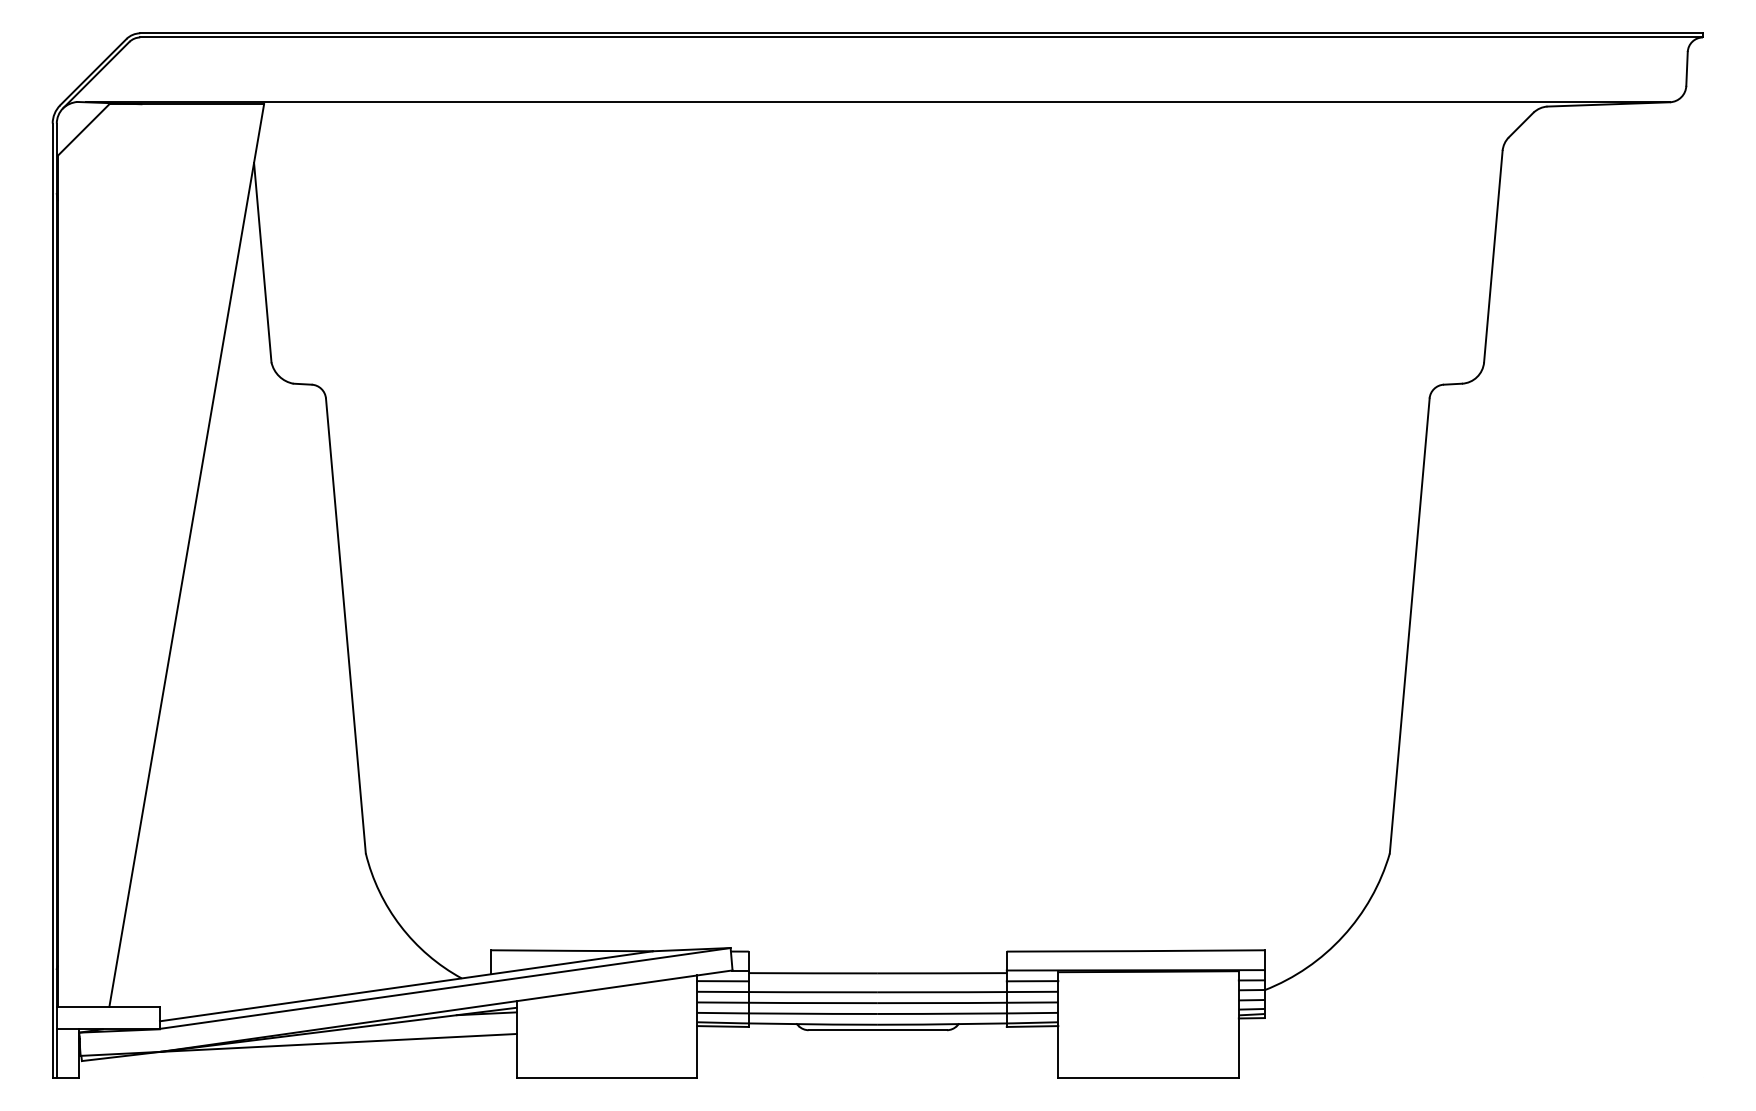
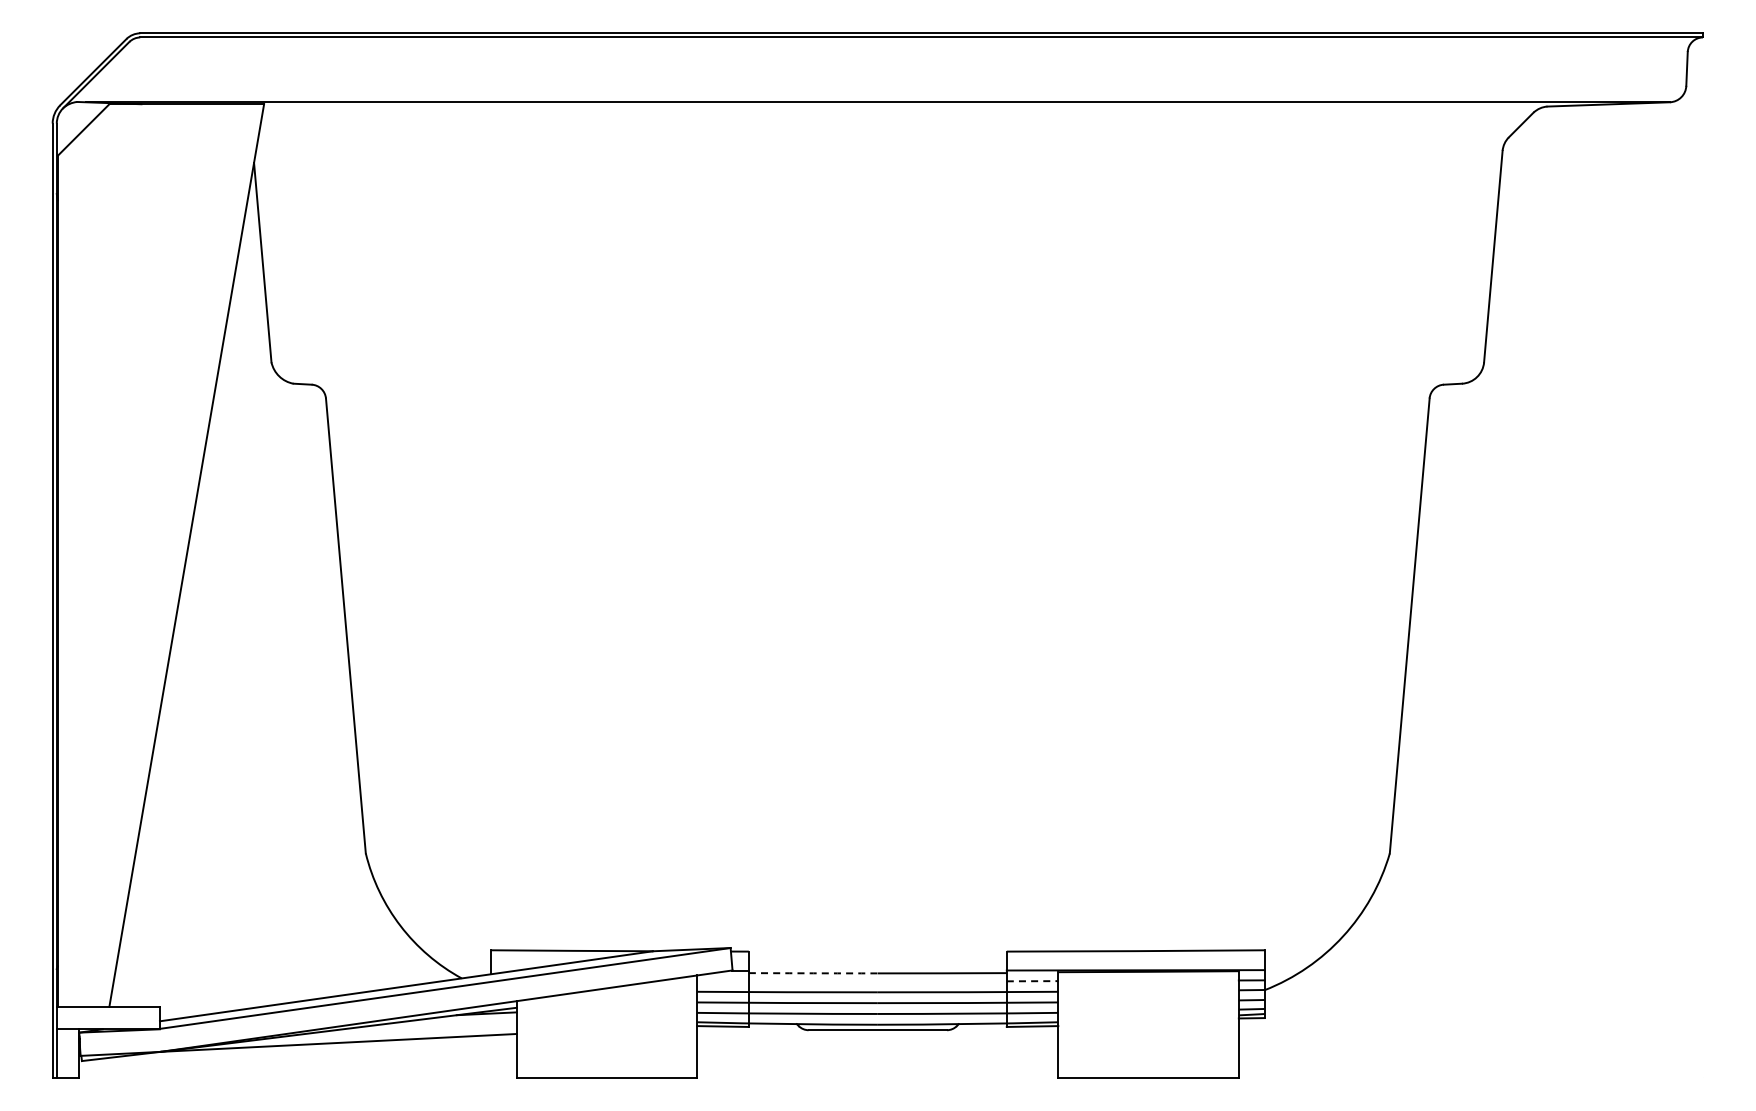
arc at (813, 973): solid -> dashed
line at (722, 981): present -> none
line at (1032, 981): solid -> dashed
